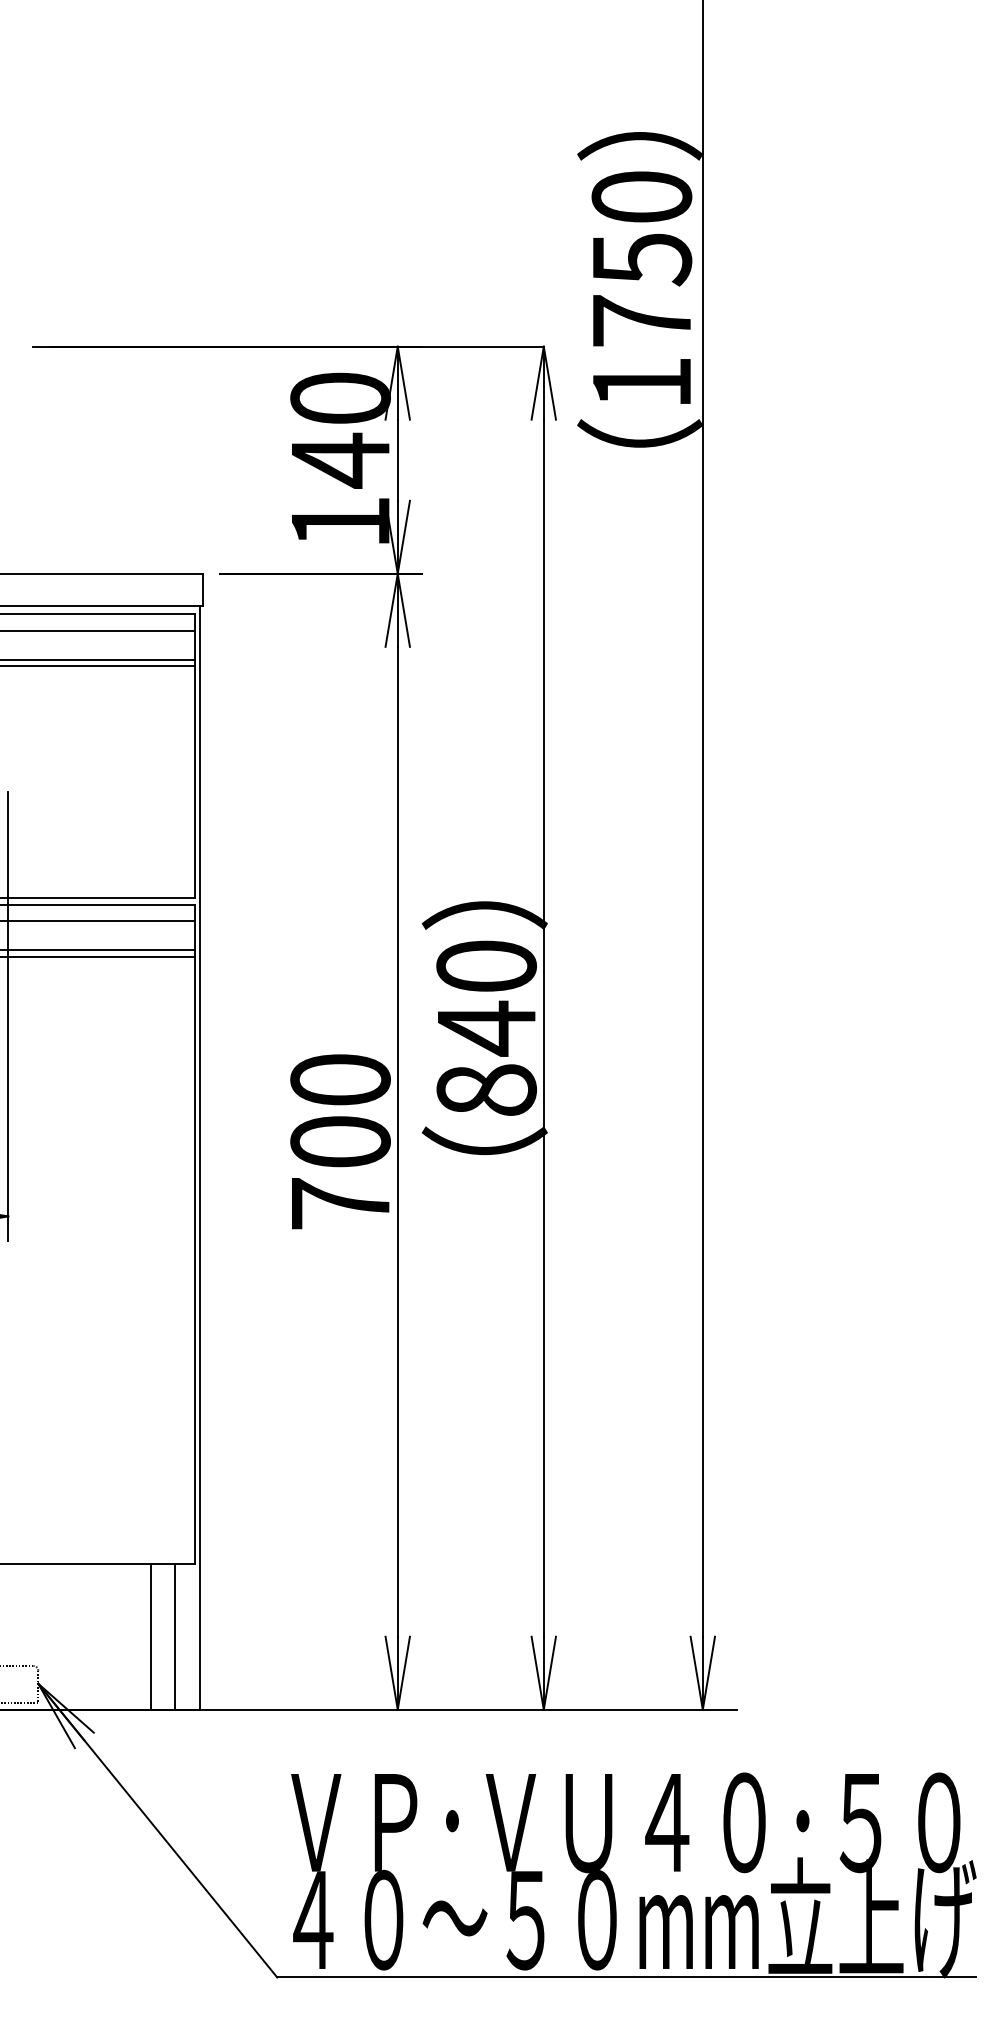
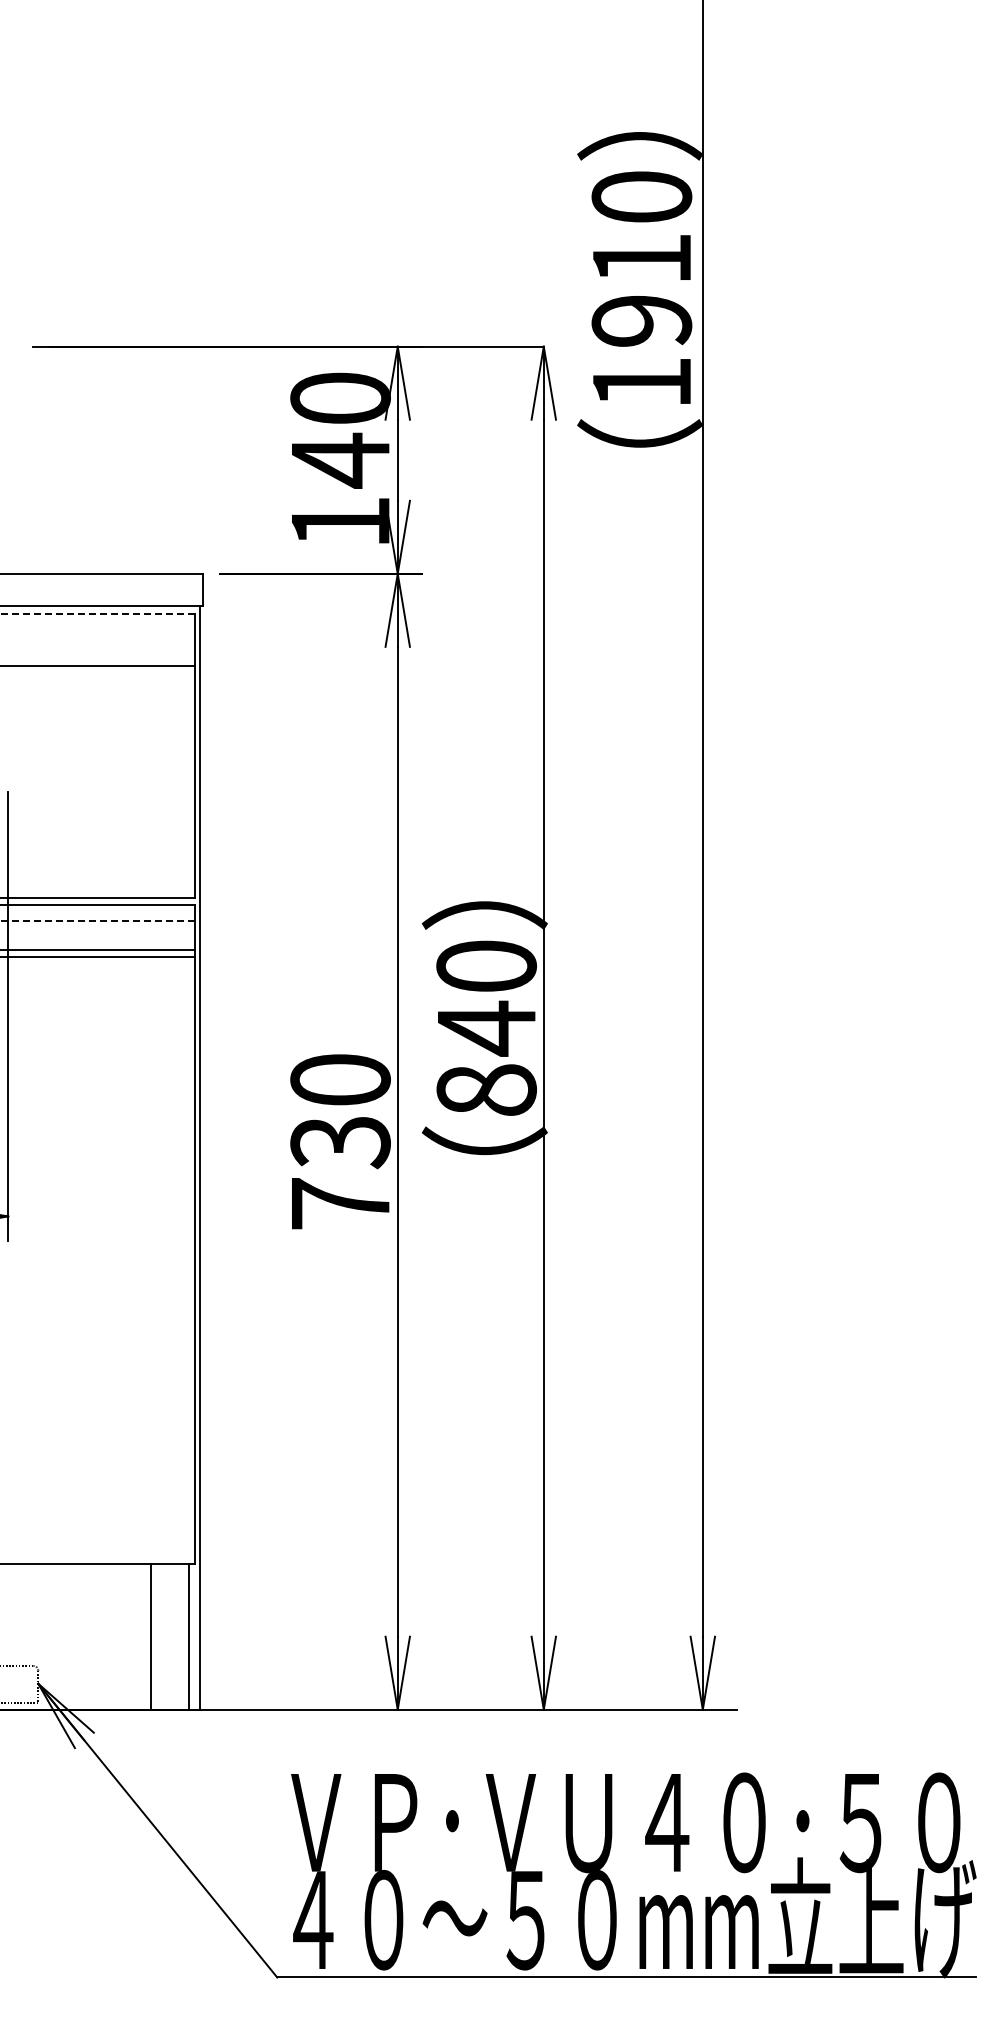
text at (641, 289): 1750 -> 1910
line at (97, 614): solid -> dashed
line at (98, 630): present -> none
line at (98, 659): present -> none
line at (97, 921): solid -> dashed
text at (340, 1142): 700 -> 730
line at (175, 1636) position: (175, 1636) -> (189, 1636)
